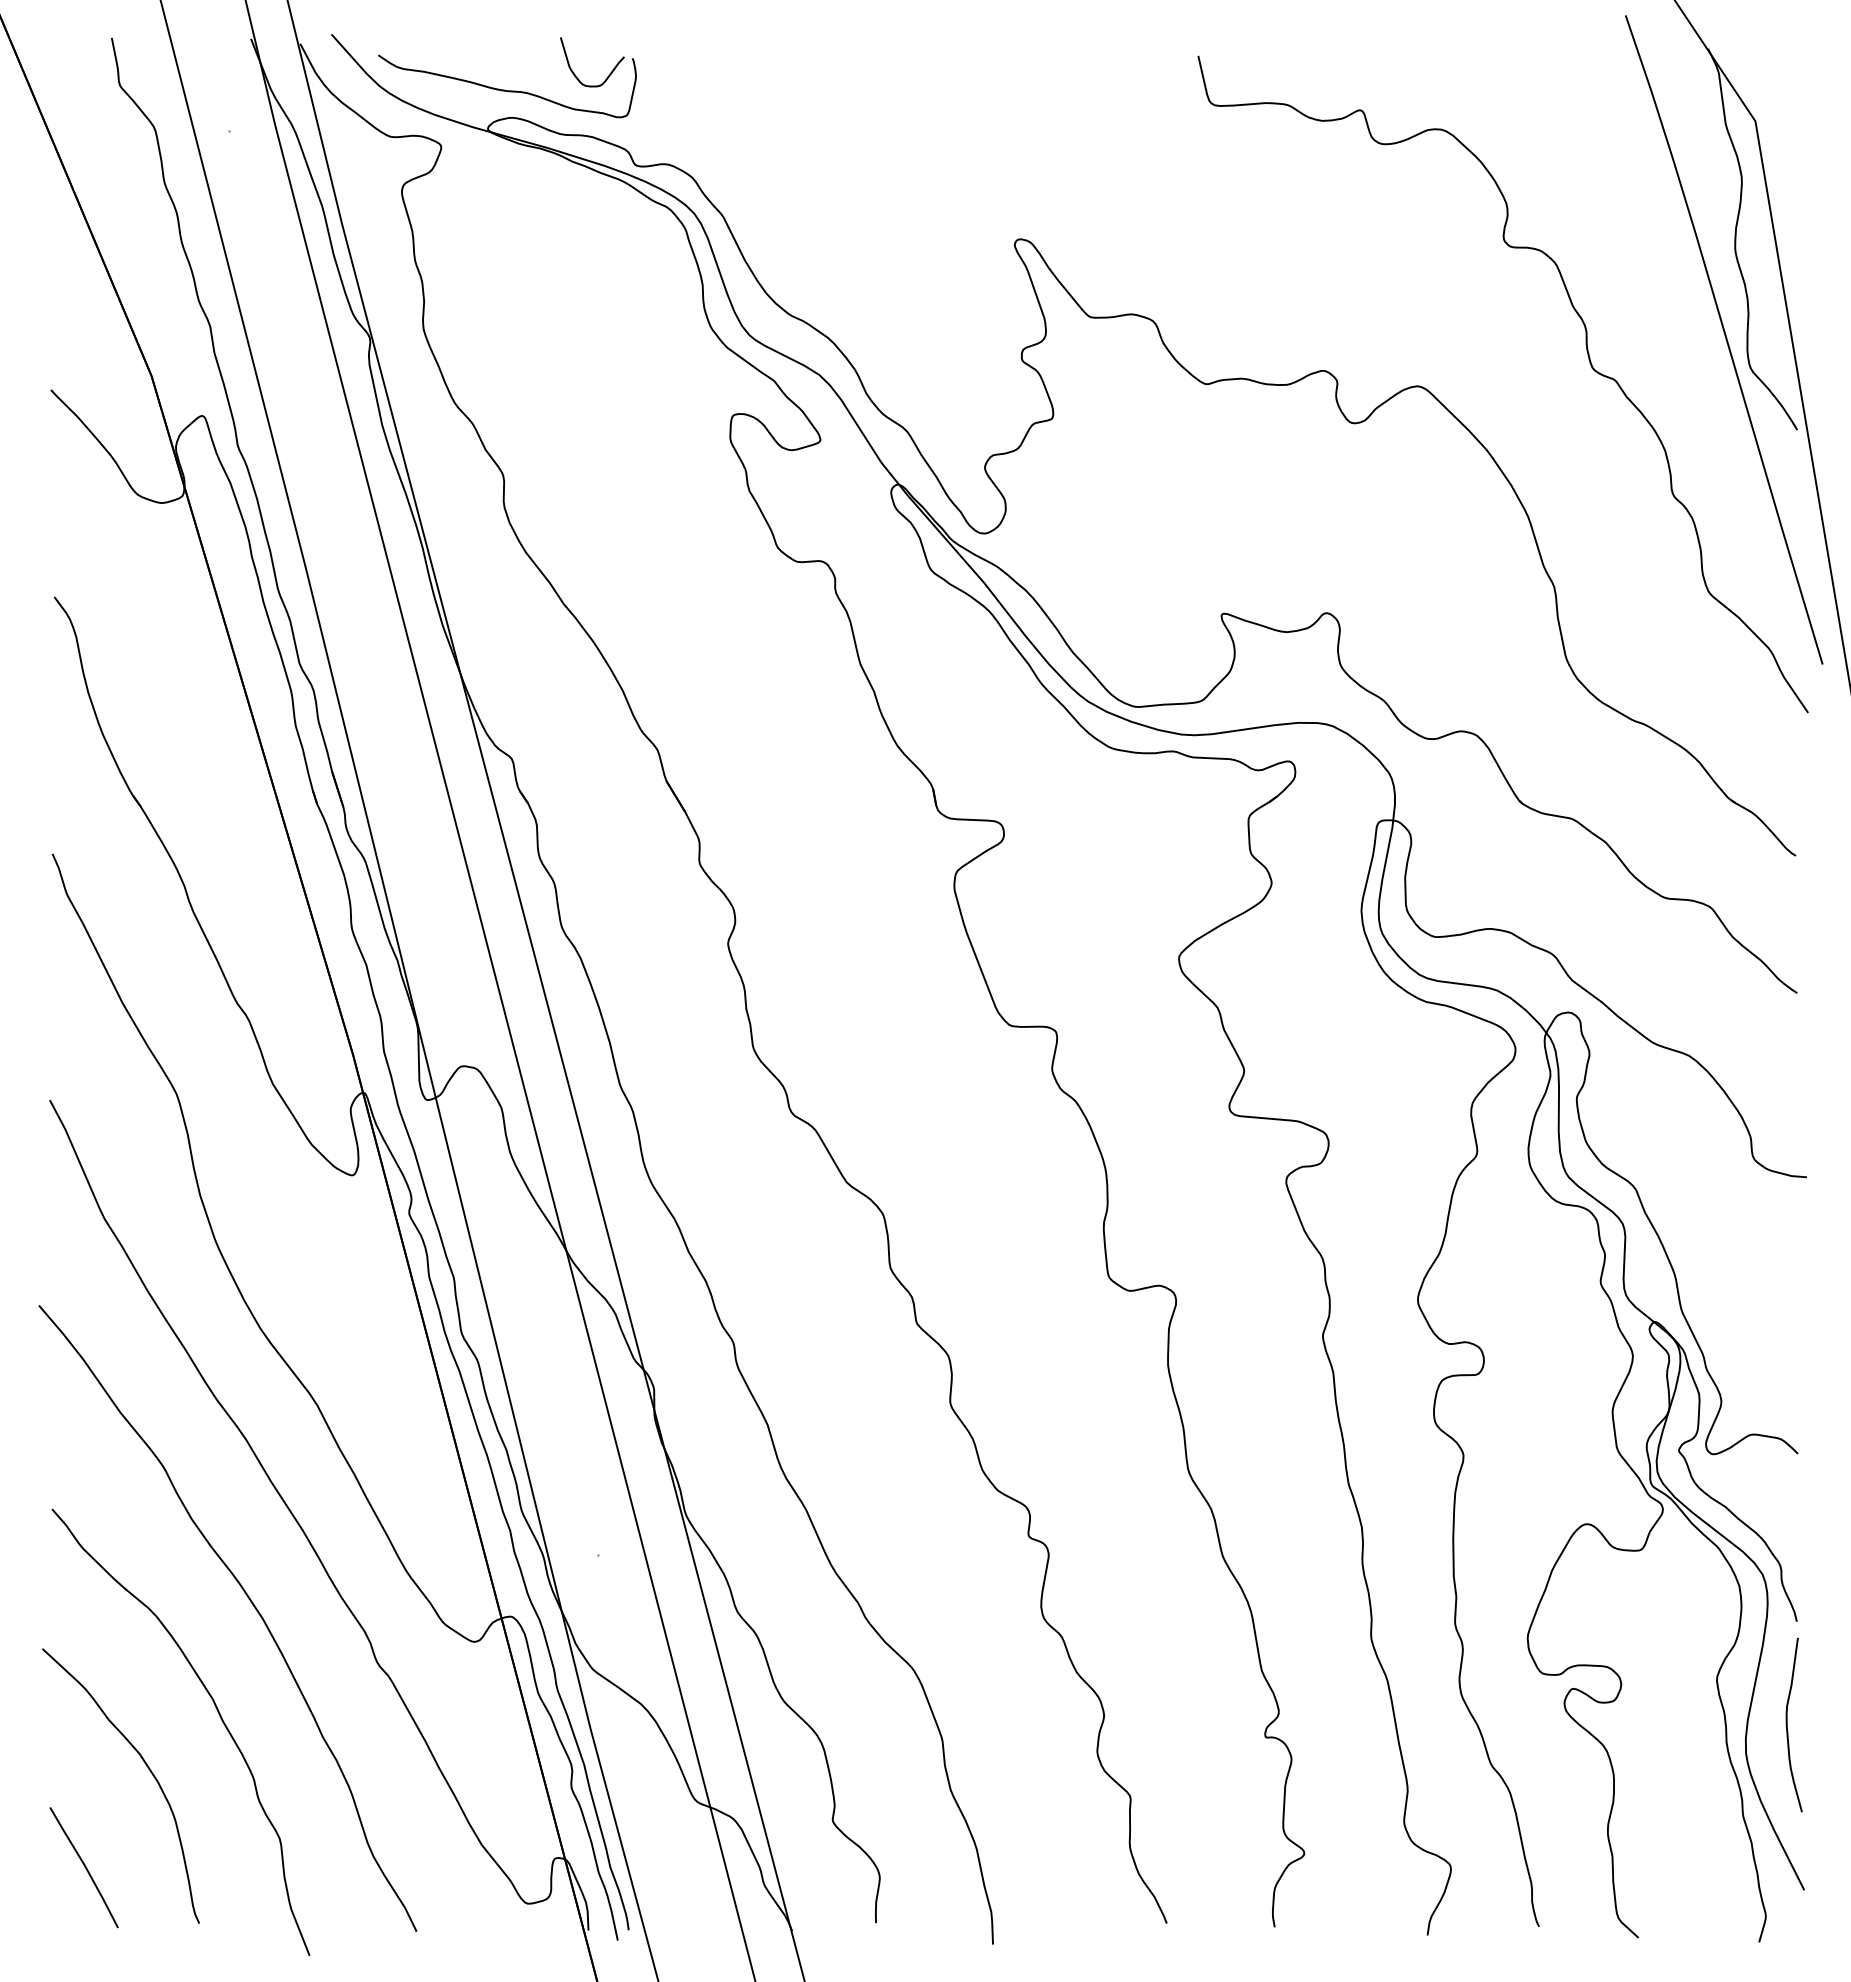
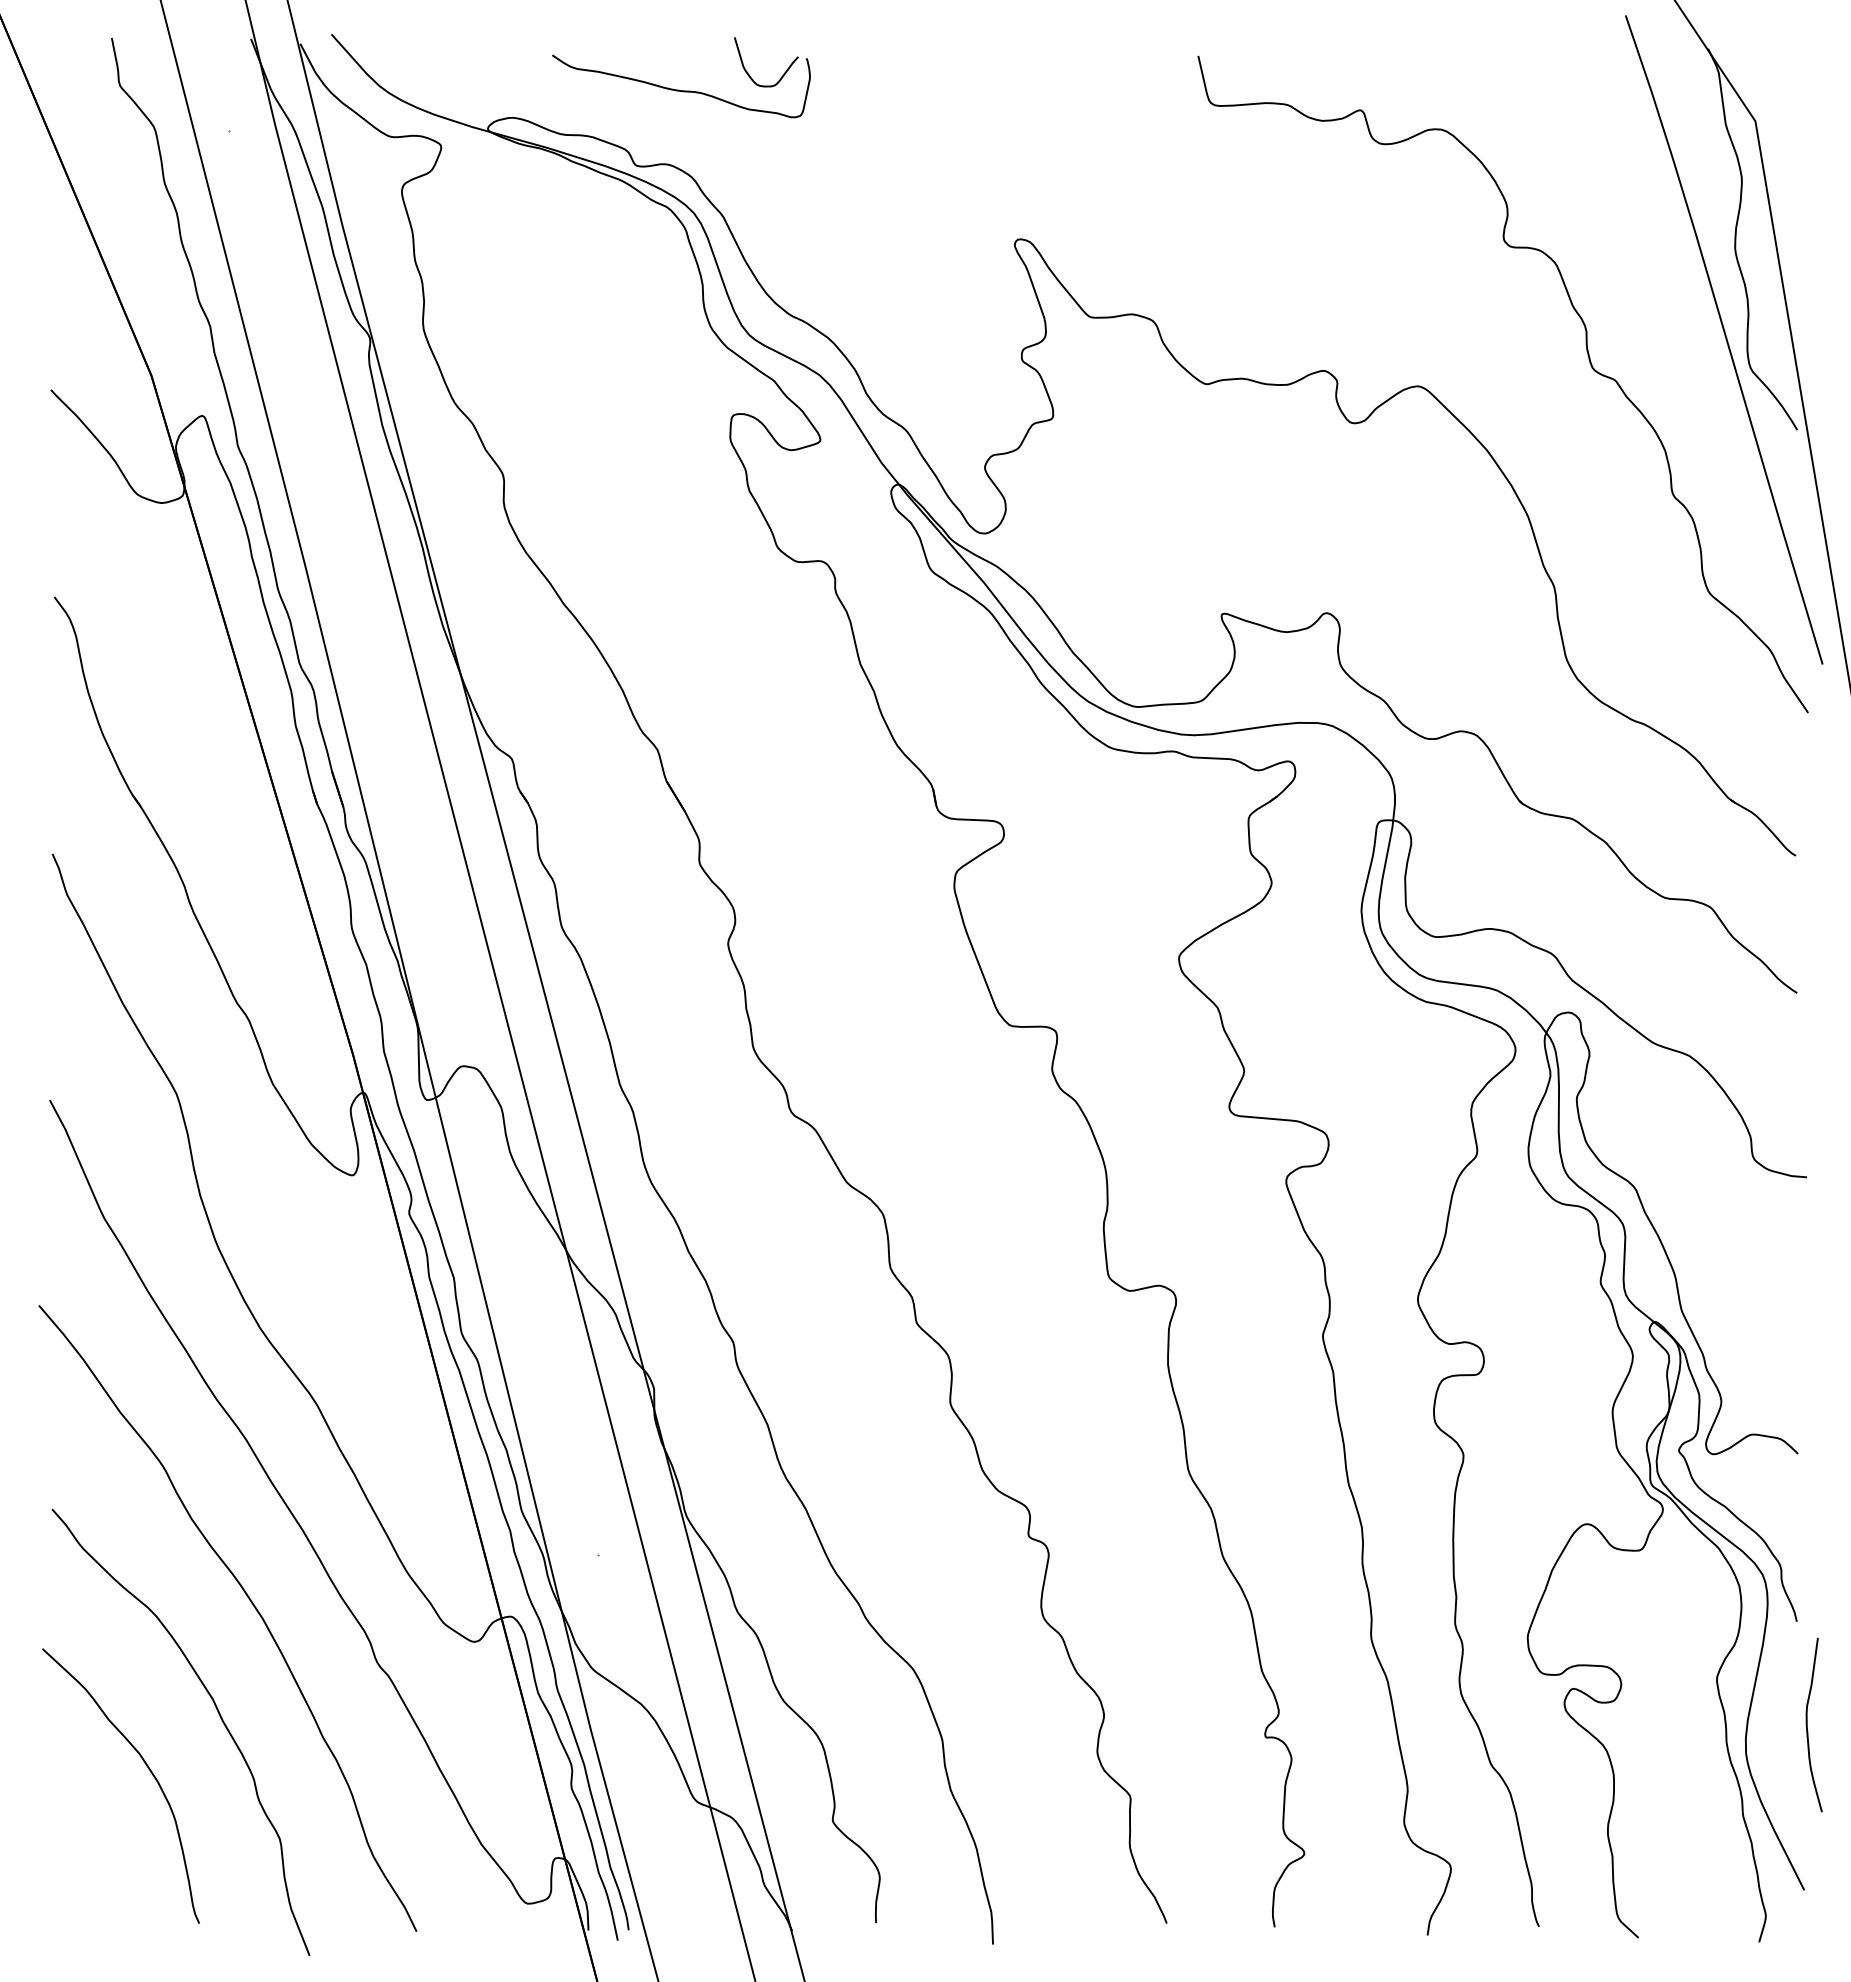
part at (504, 89) position: (504, 89) -> (678, 89)
curve at (1787, 1724) position: (1787, 1724) -> (1807, 1724)
line at (84, 1867): present -> none
